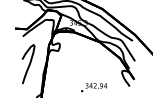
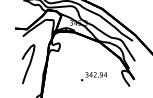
text at (94, 87) position: (94, 87) -> (94, 76)
